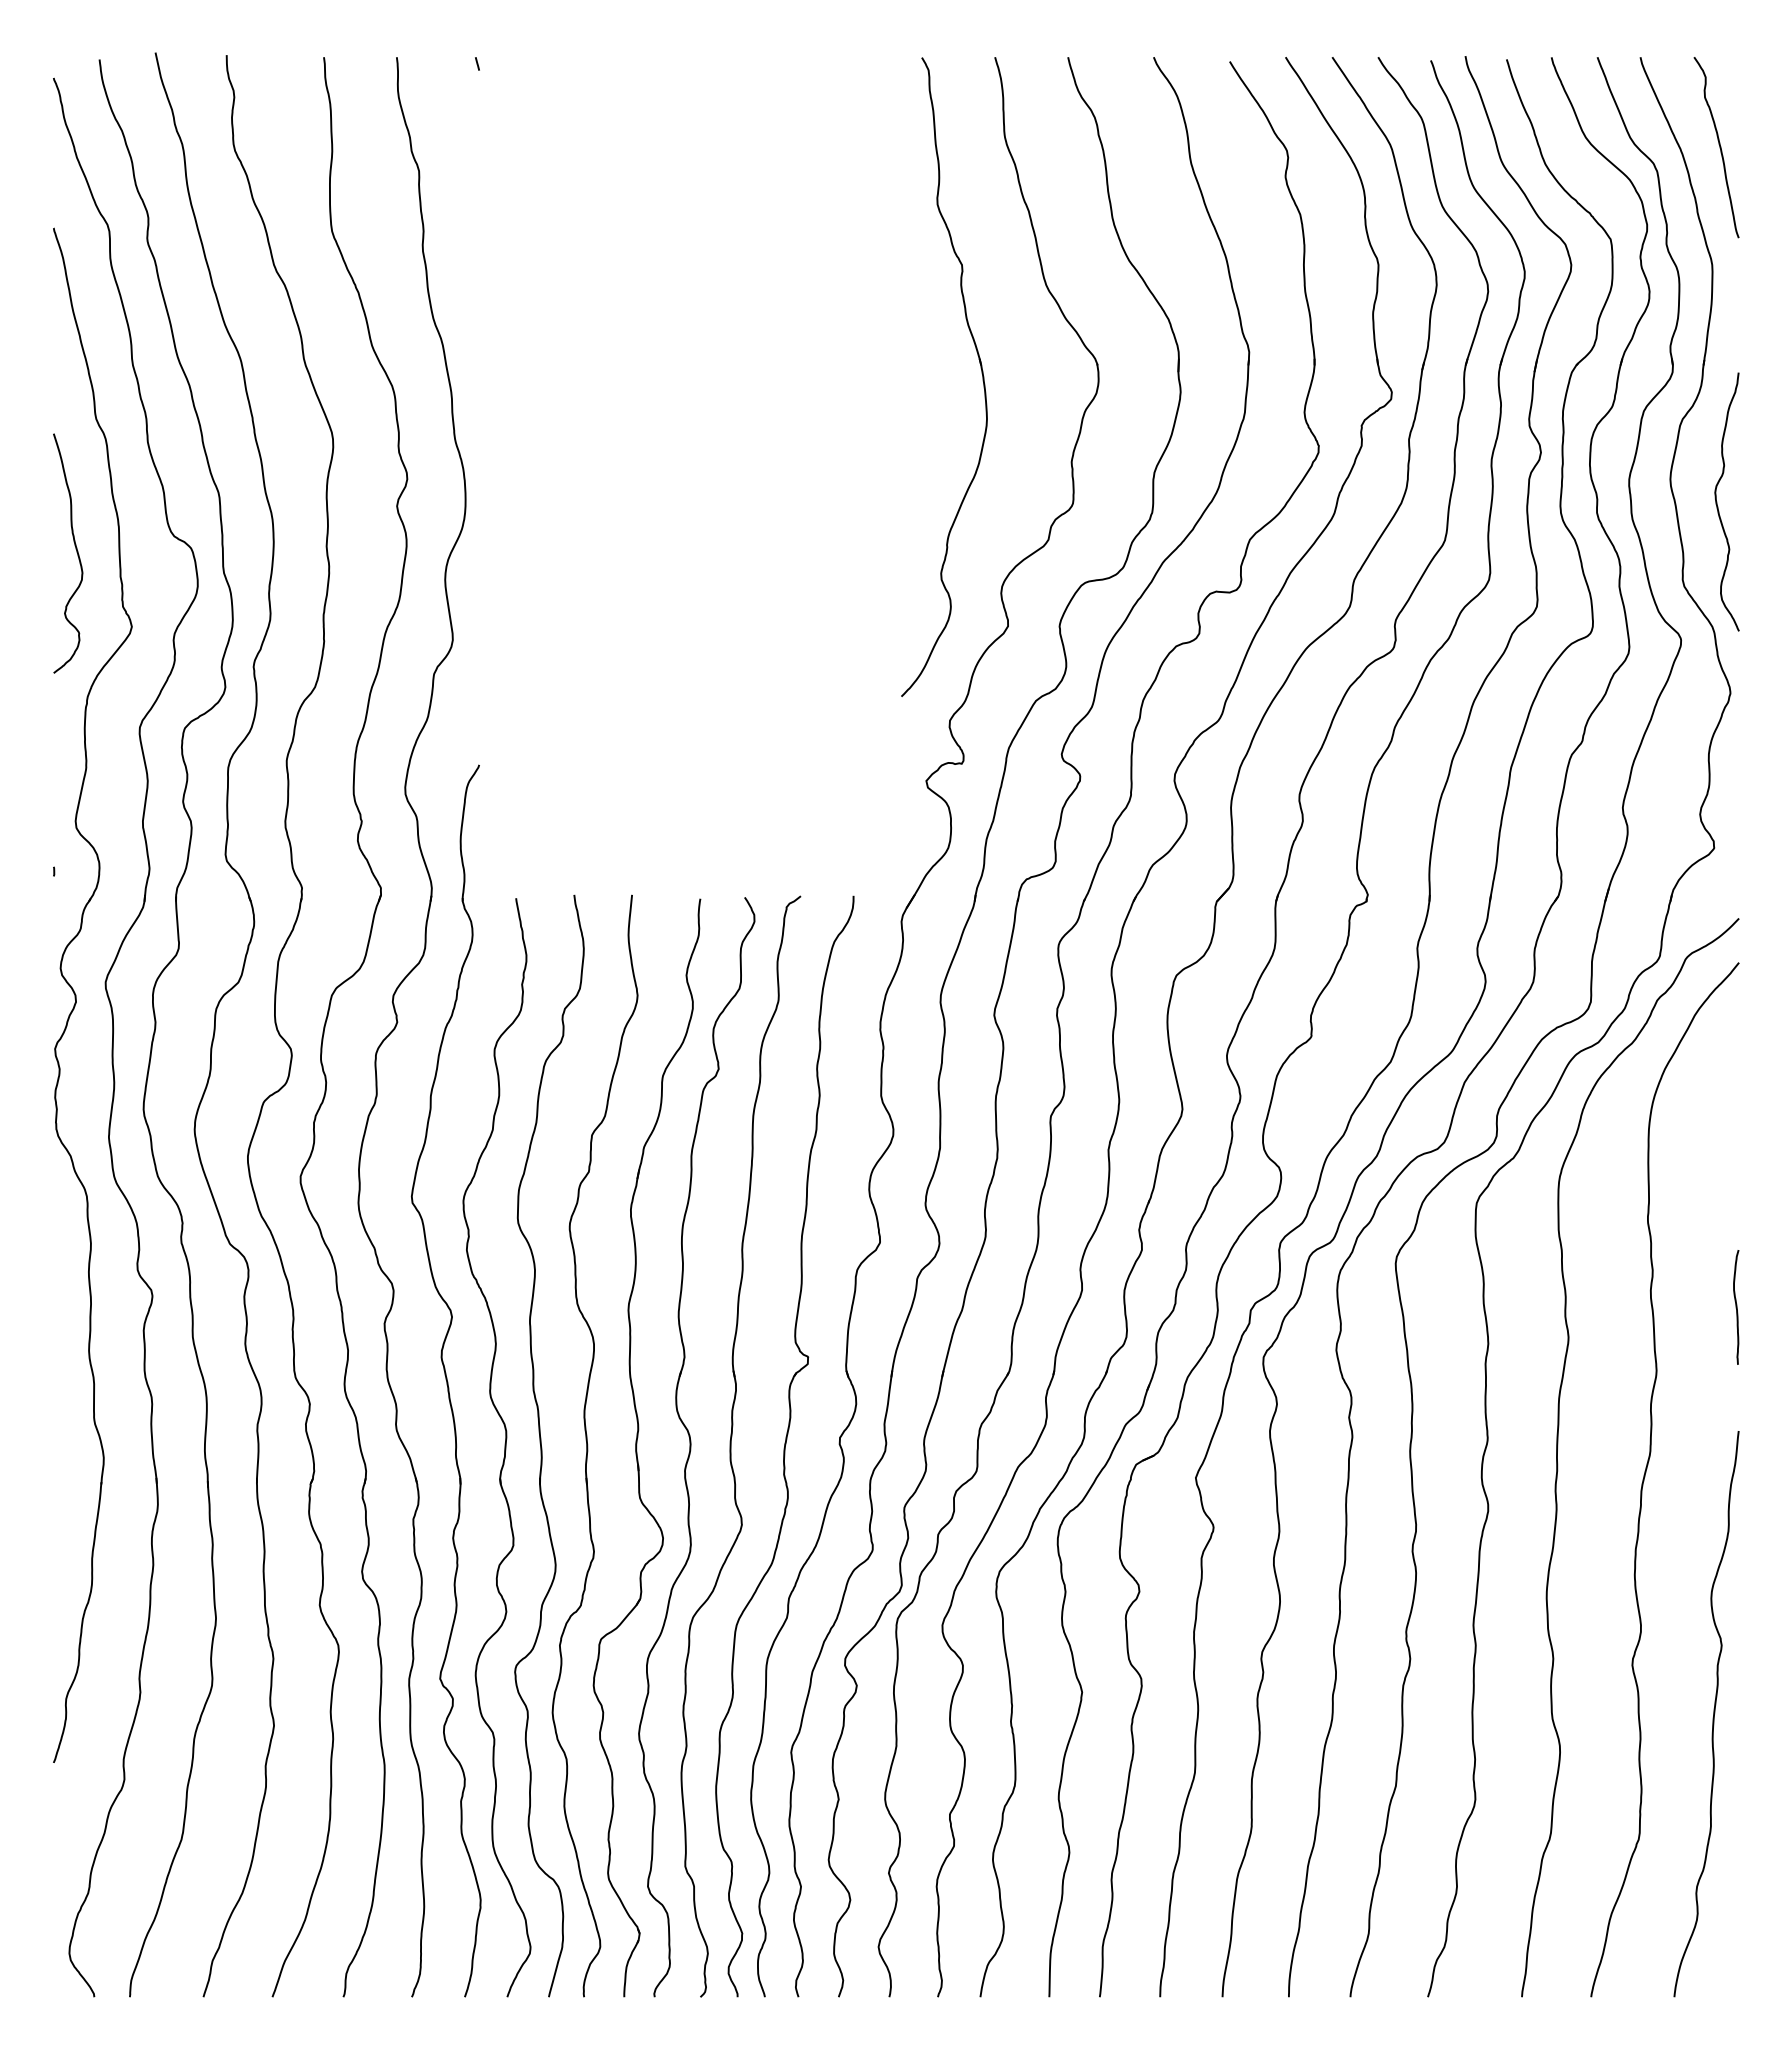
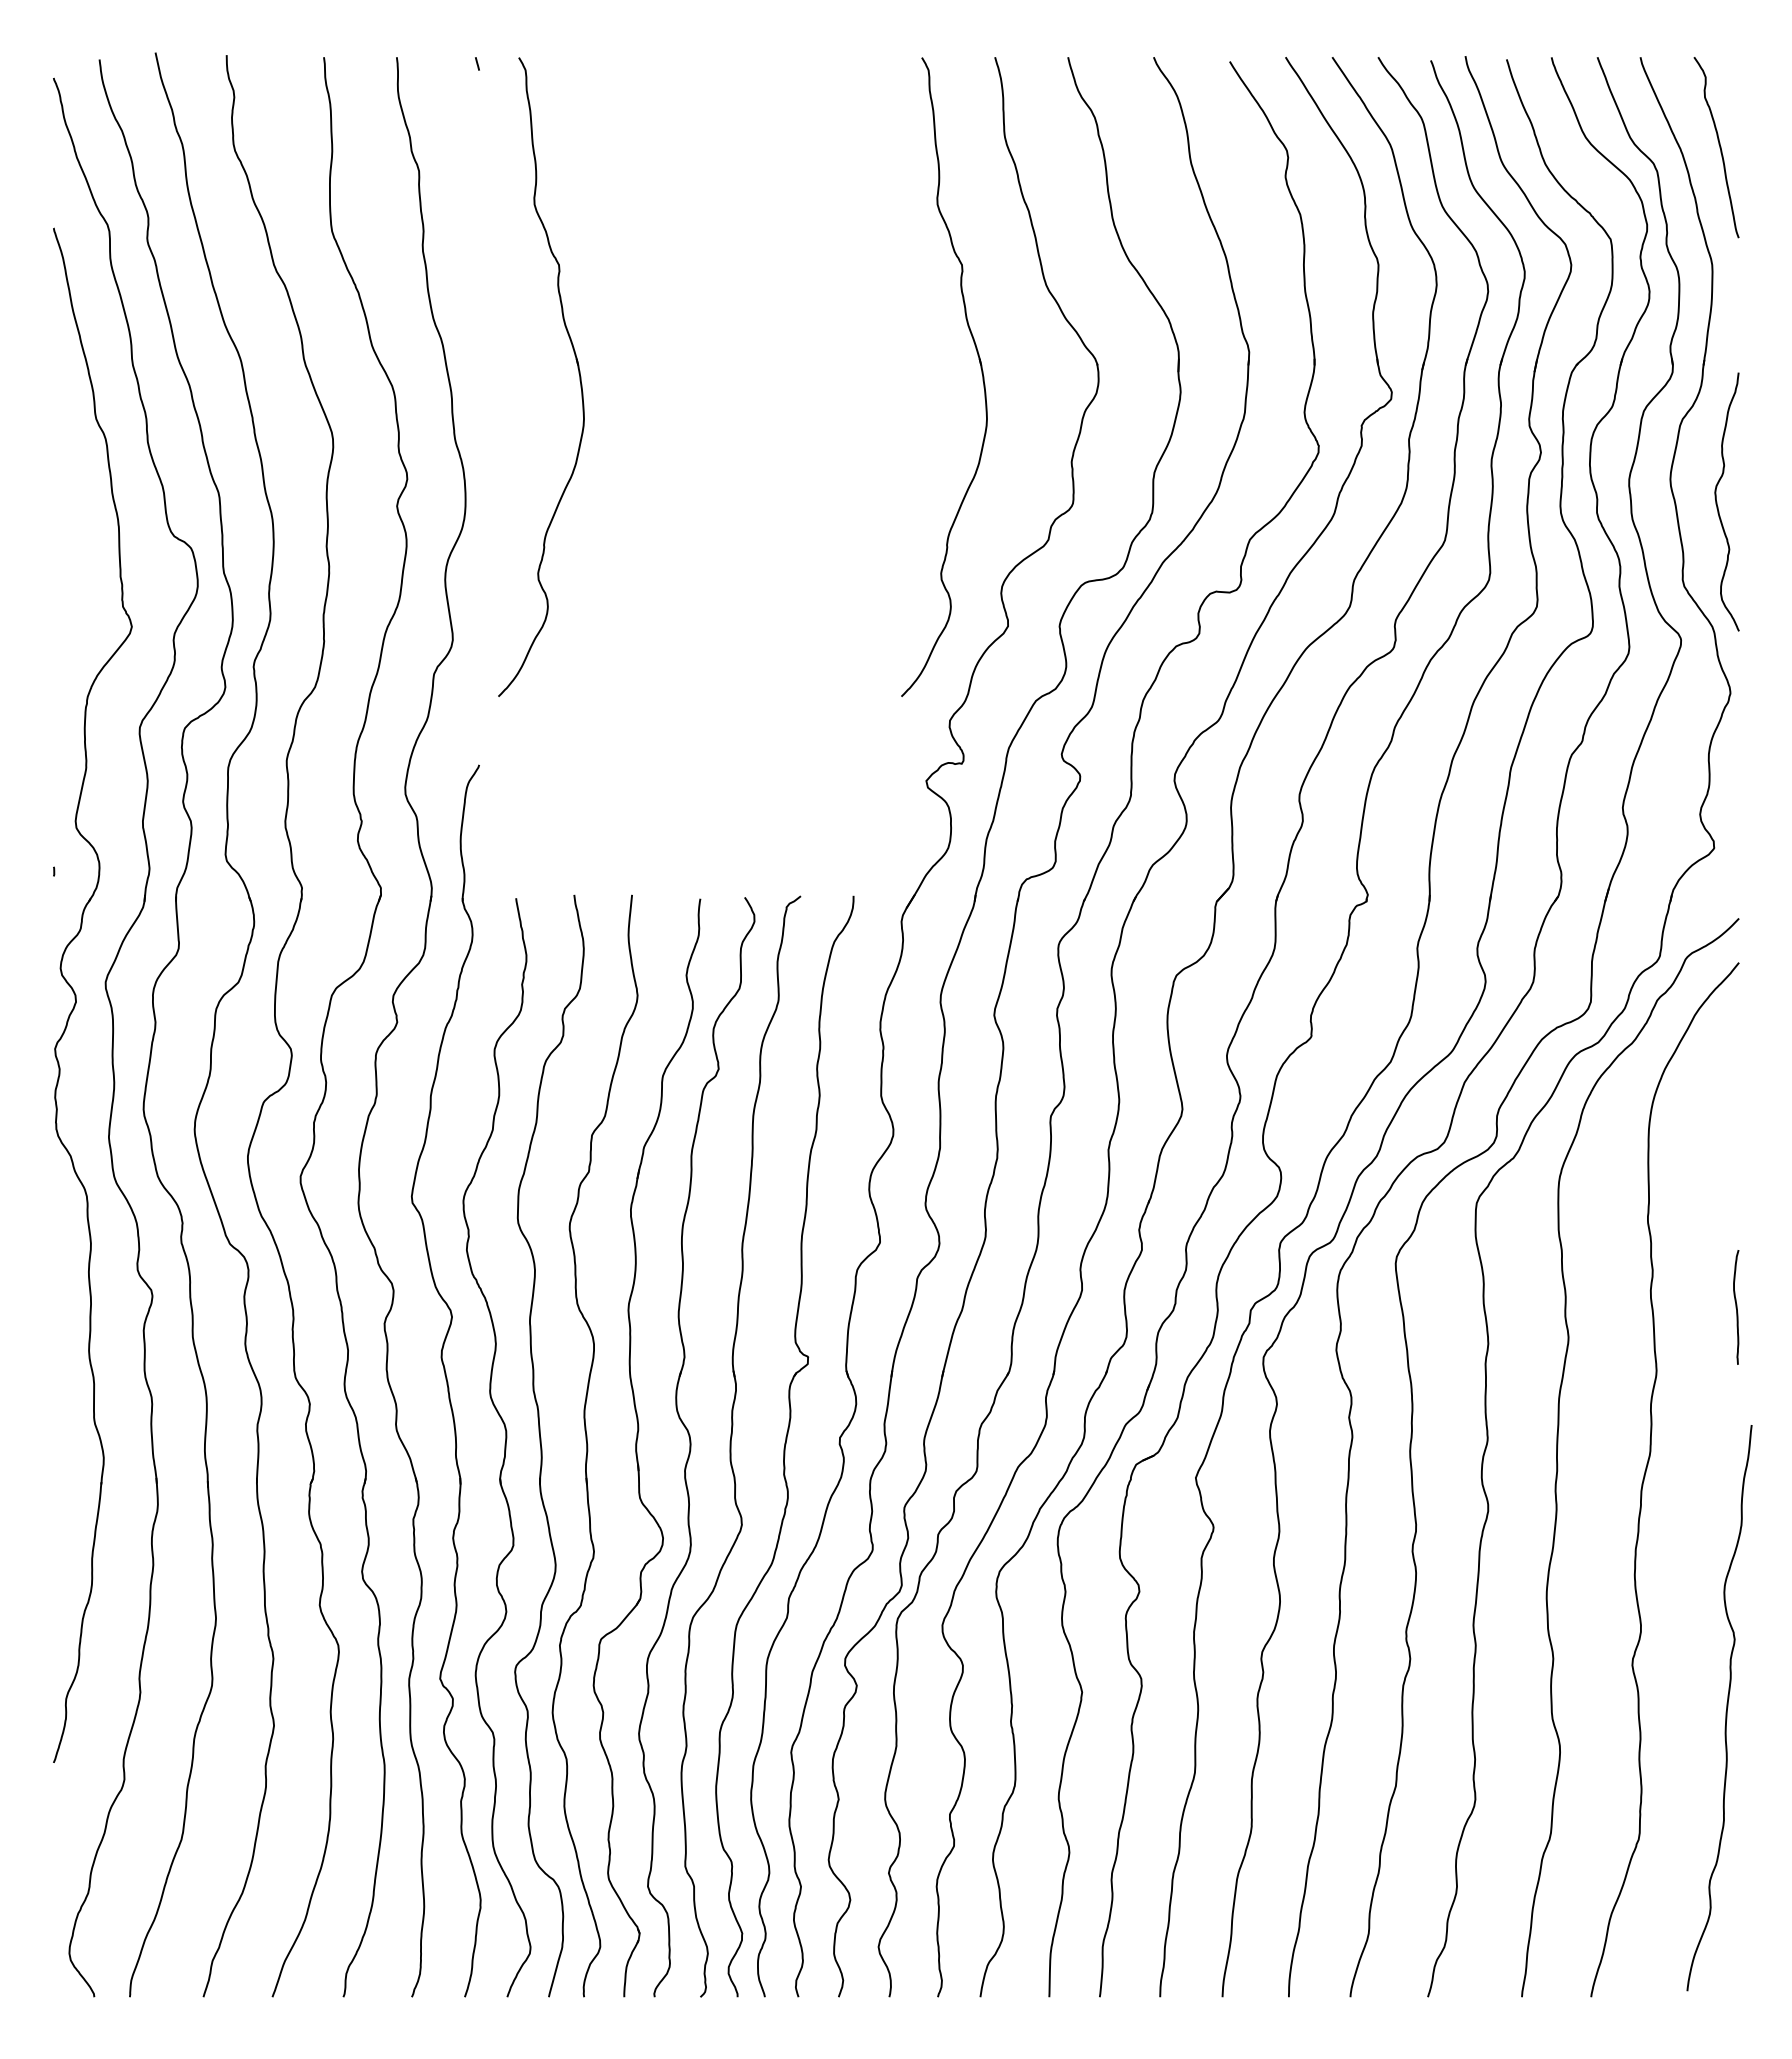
part at (577, 368): none -> present
curve at (75, 549): present -> none
curve at (1712, 1717) position: (1712, 1717) -> (1725, 1711)
